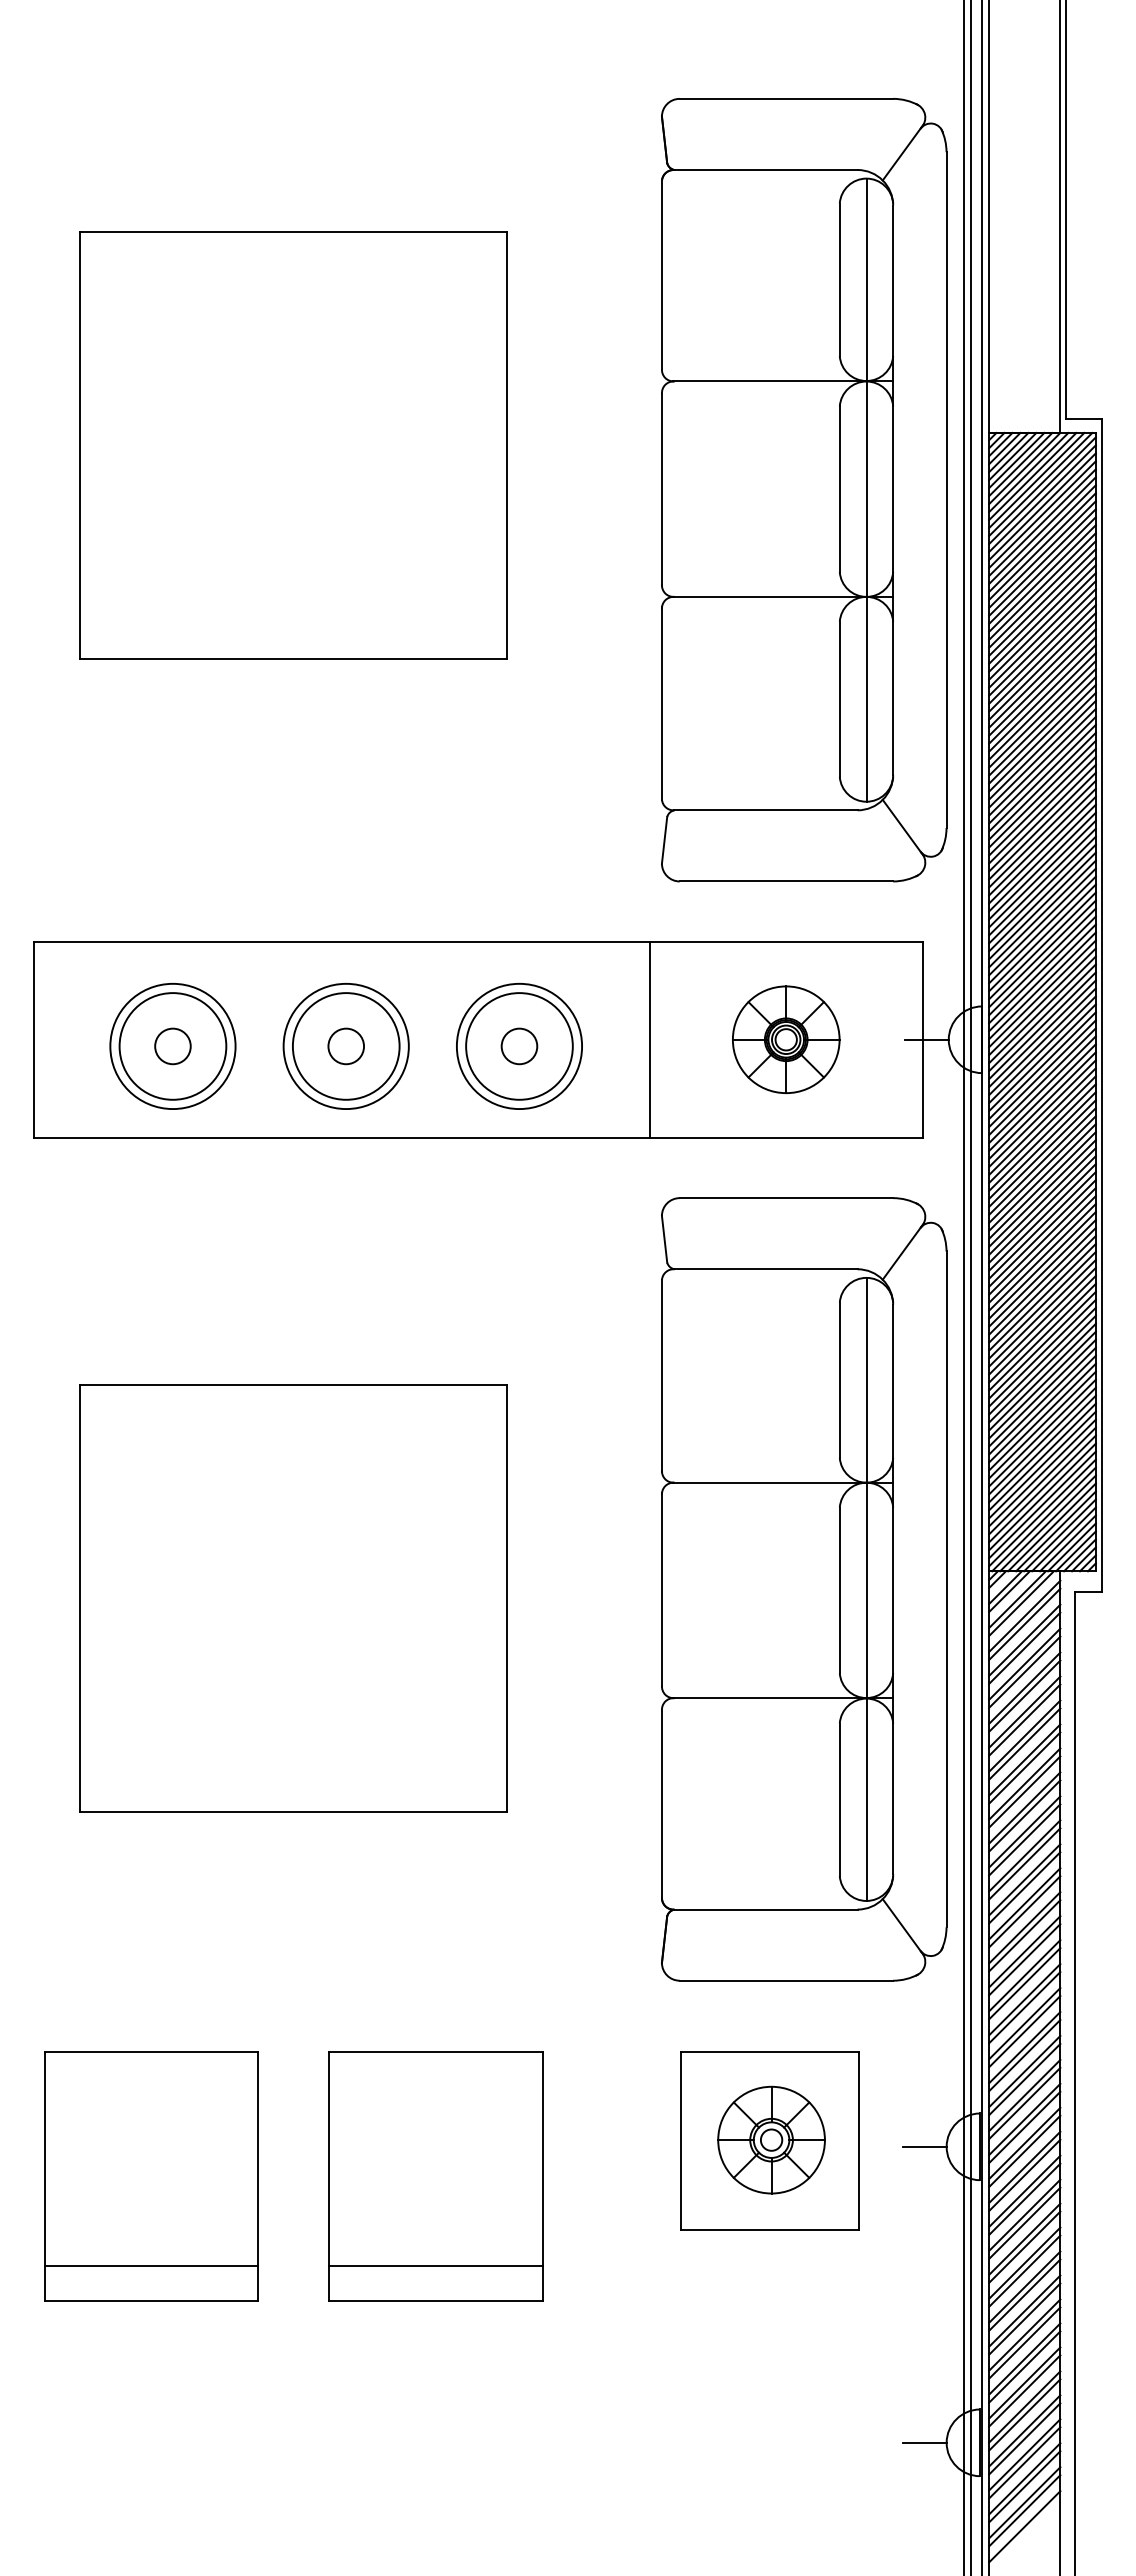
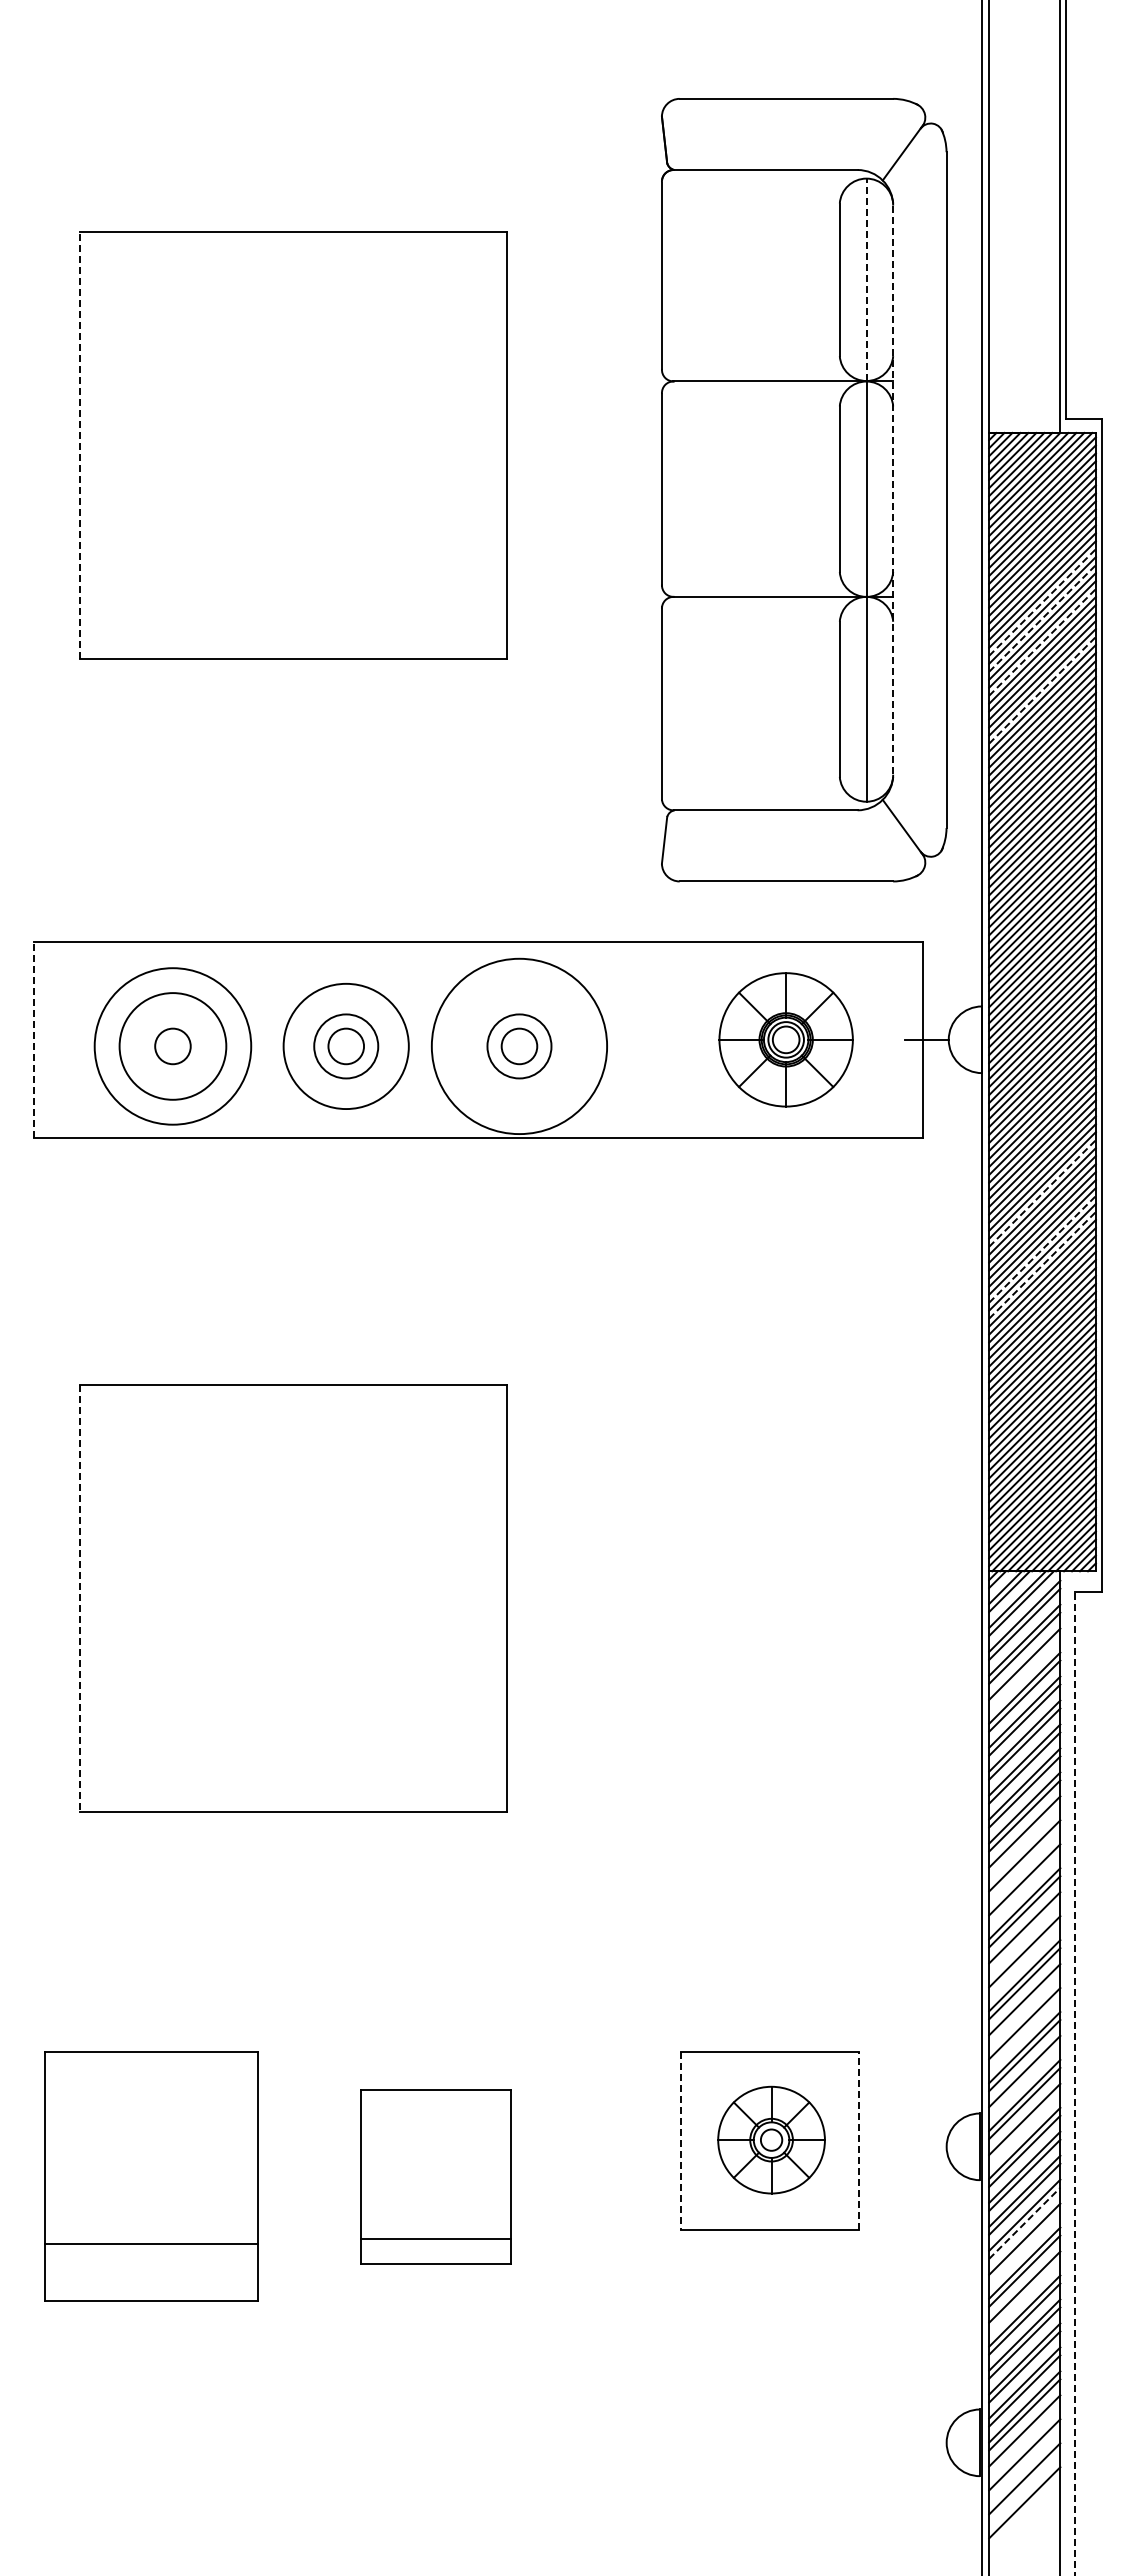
line at (866, 279): solid -> dashed
line at (80, 444): solid -> dashed
line at (893, 490): solid -> dashed
line at (1042, 602): solid -> dashed
line at (1042, 618): solid -> dashed
line at (1042, 642): solid -> dashed
line at (1042, 689): solid -> dashed
line at (34, 1039): solid -> dashed
line at (649, 1039): present -> none
part at (786, 1039) size: 109x109 px -> 136x136 px
circle at (172, 1046) diameter: 125 px -> 157 px
circle at (345, 1046) diameter: 107 px -> 64 px
circle at (519, 1046) diameter: 107 px -> 64 px
circle at (519, 1046) diameter: 125 px -> 175 px
line at (1042, 1193): solid -> dashed
line at (1042, 1249): solid -> dashed
line at (1042, 1264): solid -> dashed
line at (964, 1287): present -> none
line at (970, 1287): present -> none
part at (804, 1589): present -> none
line at (80, 1599): solid -> dashed
line at (1024, 1671): present -> none
line at (1024, 1839): present -> none
line at (1024, 1863): present -> none
line at (1024, 1887): present -> none
line at (1024, 1935): present -> none
line at (1024, 1959): present -> none
line at (1024, 2007): present -> none
line at (1024, 2031): present -> none
line at (1024, 2079): present -> none
line at (1074, 2083): solid -> dashed
line at (1024, 2127): present -> none
line at (680, 2141): solid -> dashed
line at (858, 2141): solid -> dashed
line at (924, 2146): present -> none
part at (435, 2176) size: 216x251 px -> 152x176 px
line at (1025, 2222): solid -> dashed
line at (1024, 2246): present -> none
line at (151, 2265) position: (151, 2265) -> (151, 2243)
line at (1024, 2294): present -> none
line at (1024, 2438): present -> none
line at (924, 2442): present -> none
line at (1024, 2462): present -> none
line at (1024, 2486): present -> none
line at (1024, 2510): present -> none
line at (1024, 2526): present -> none
